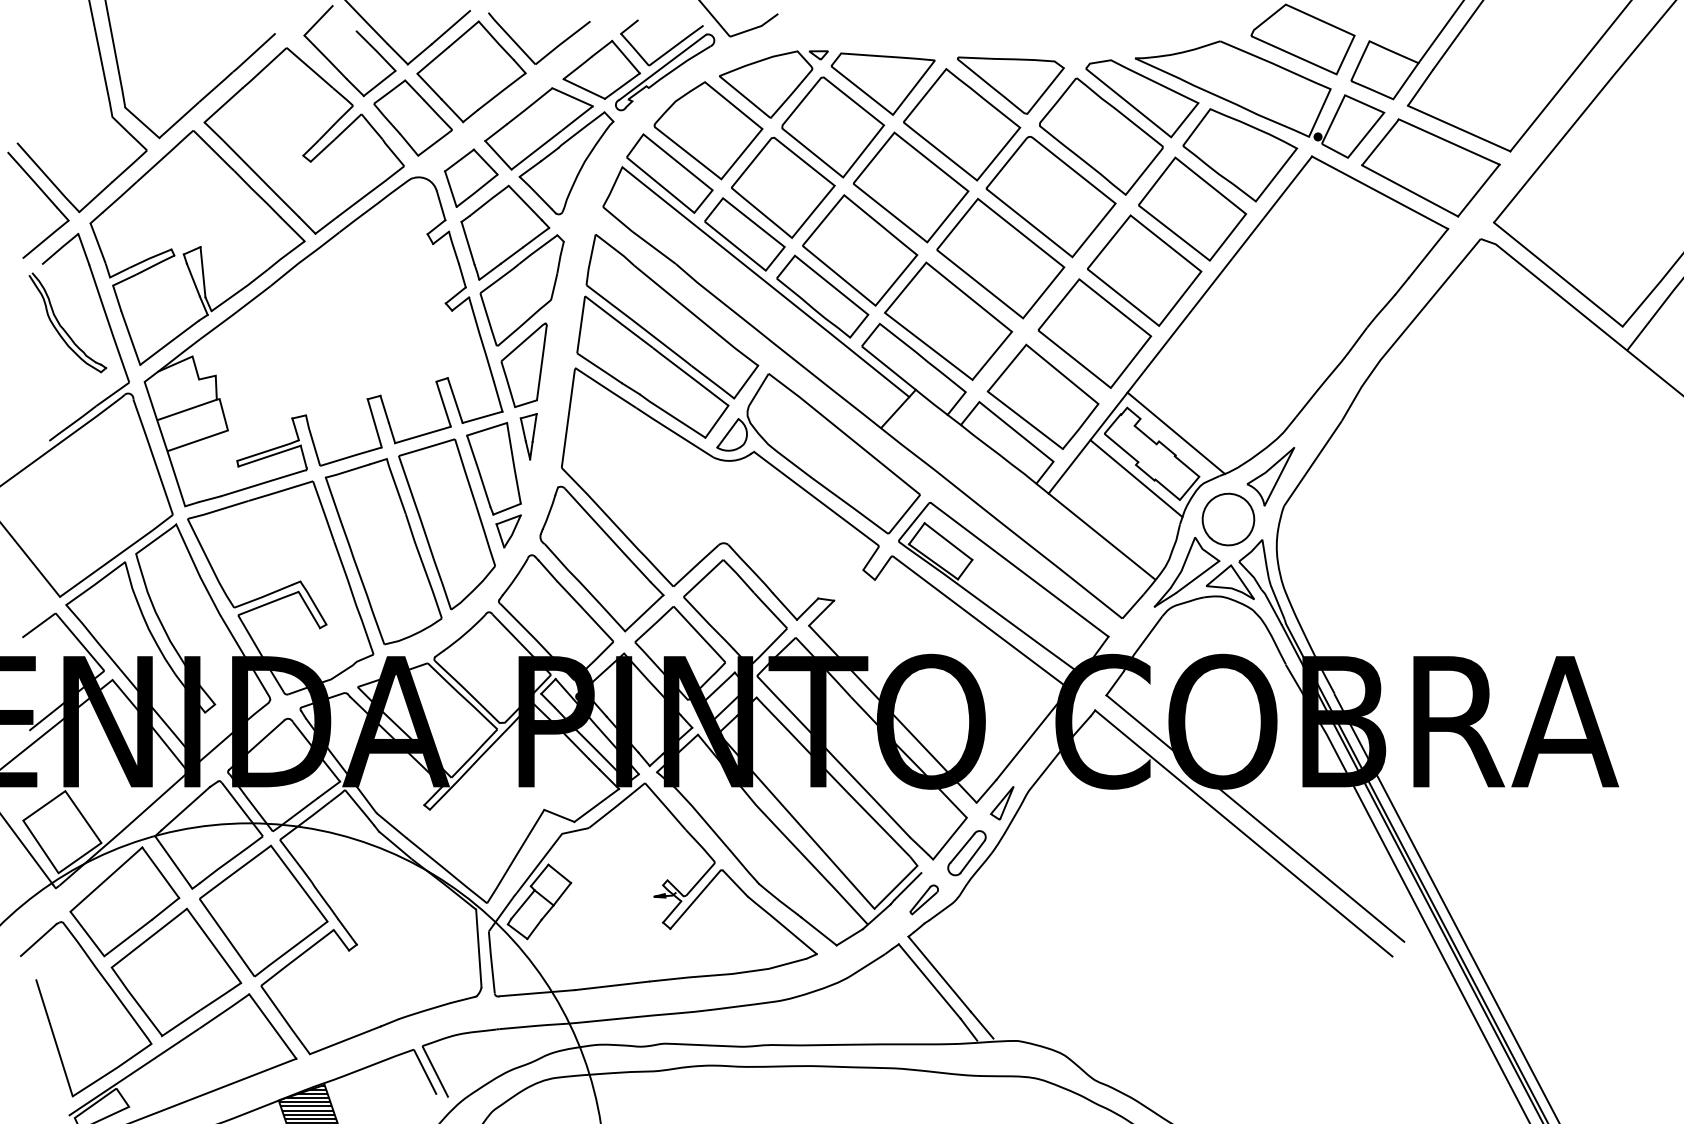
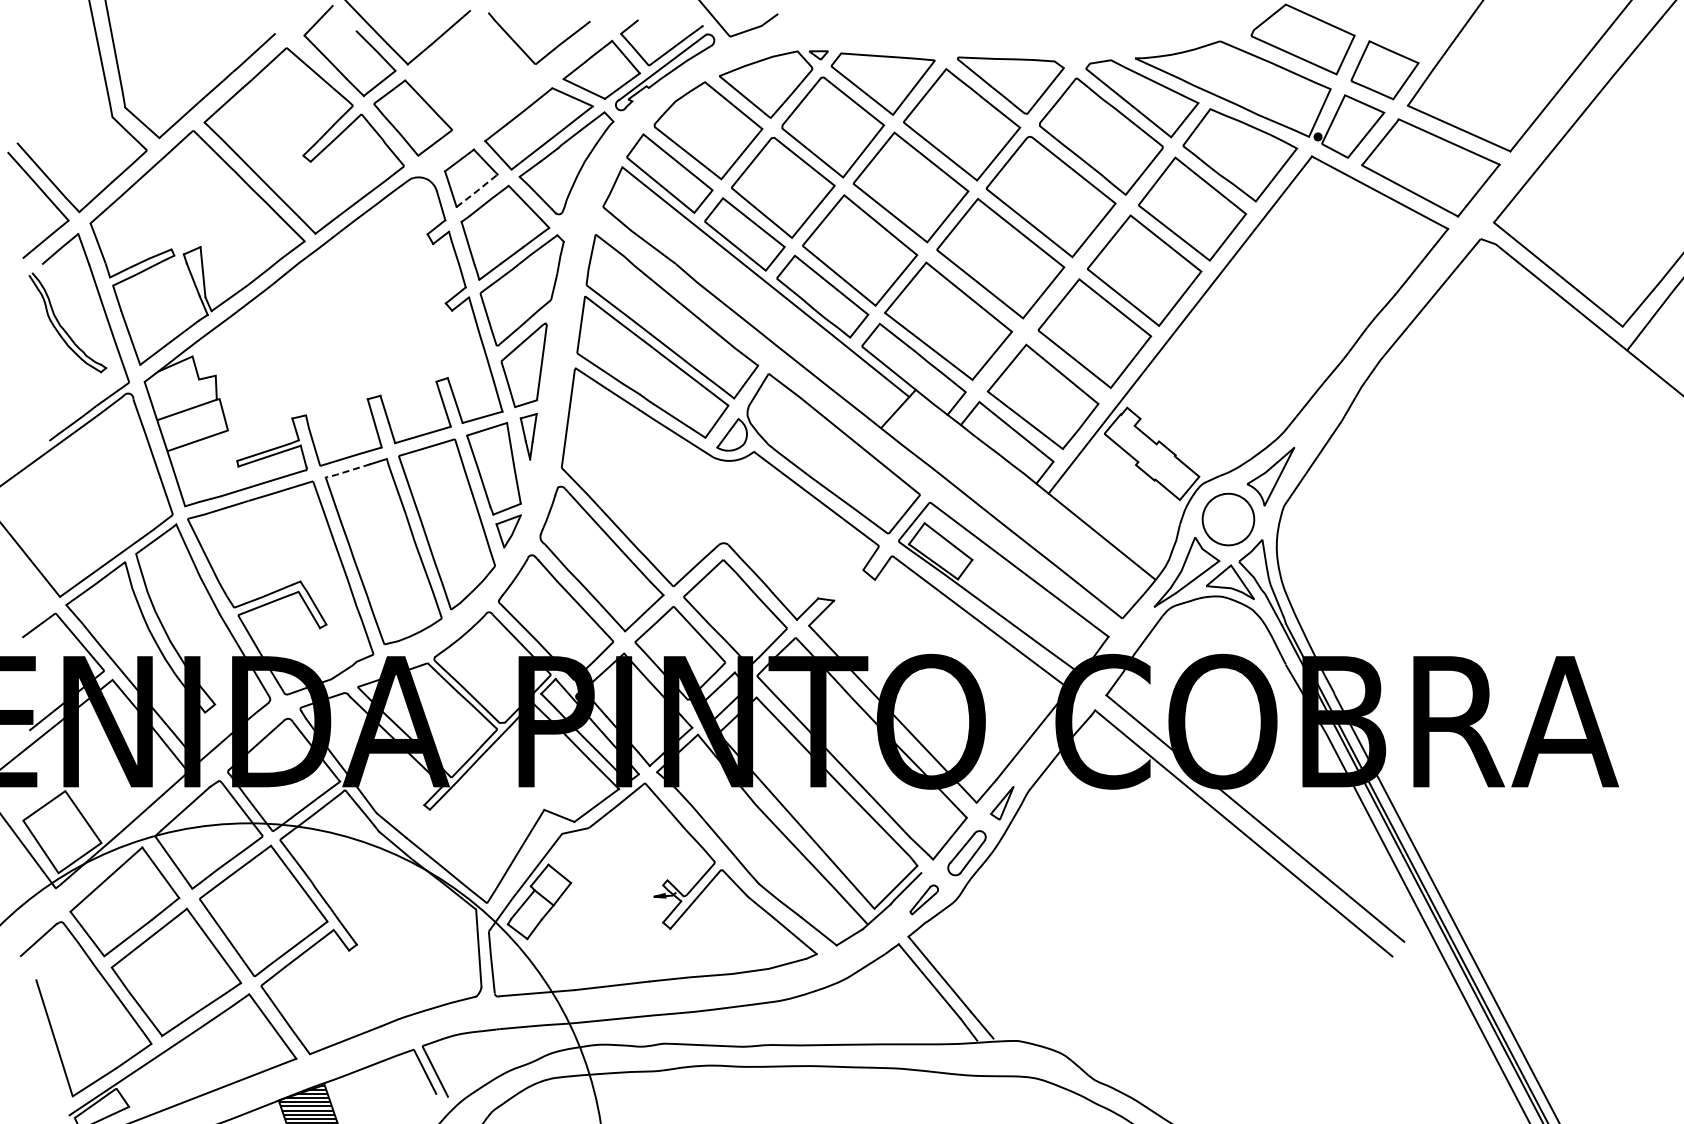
line at (1440, 32): present -> none
part at (471, 71): present -> none
line at (476, 191): solid -> dashed
line at (1175, 432): present -> none
line at (347, 471): solid -> dashed
line at (1136, 478): present -> none
